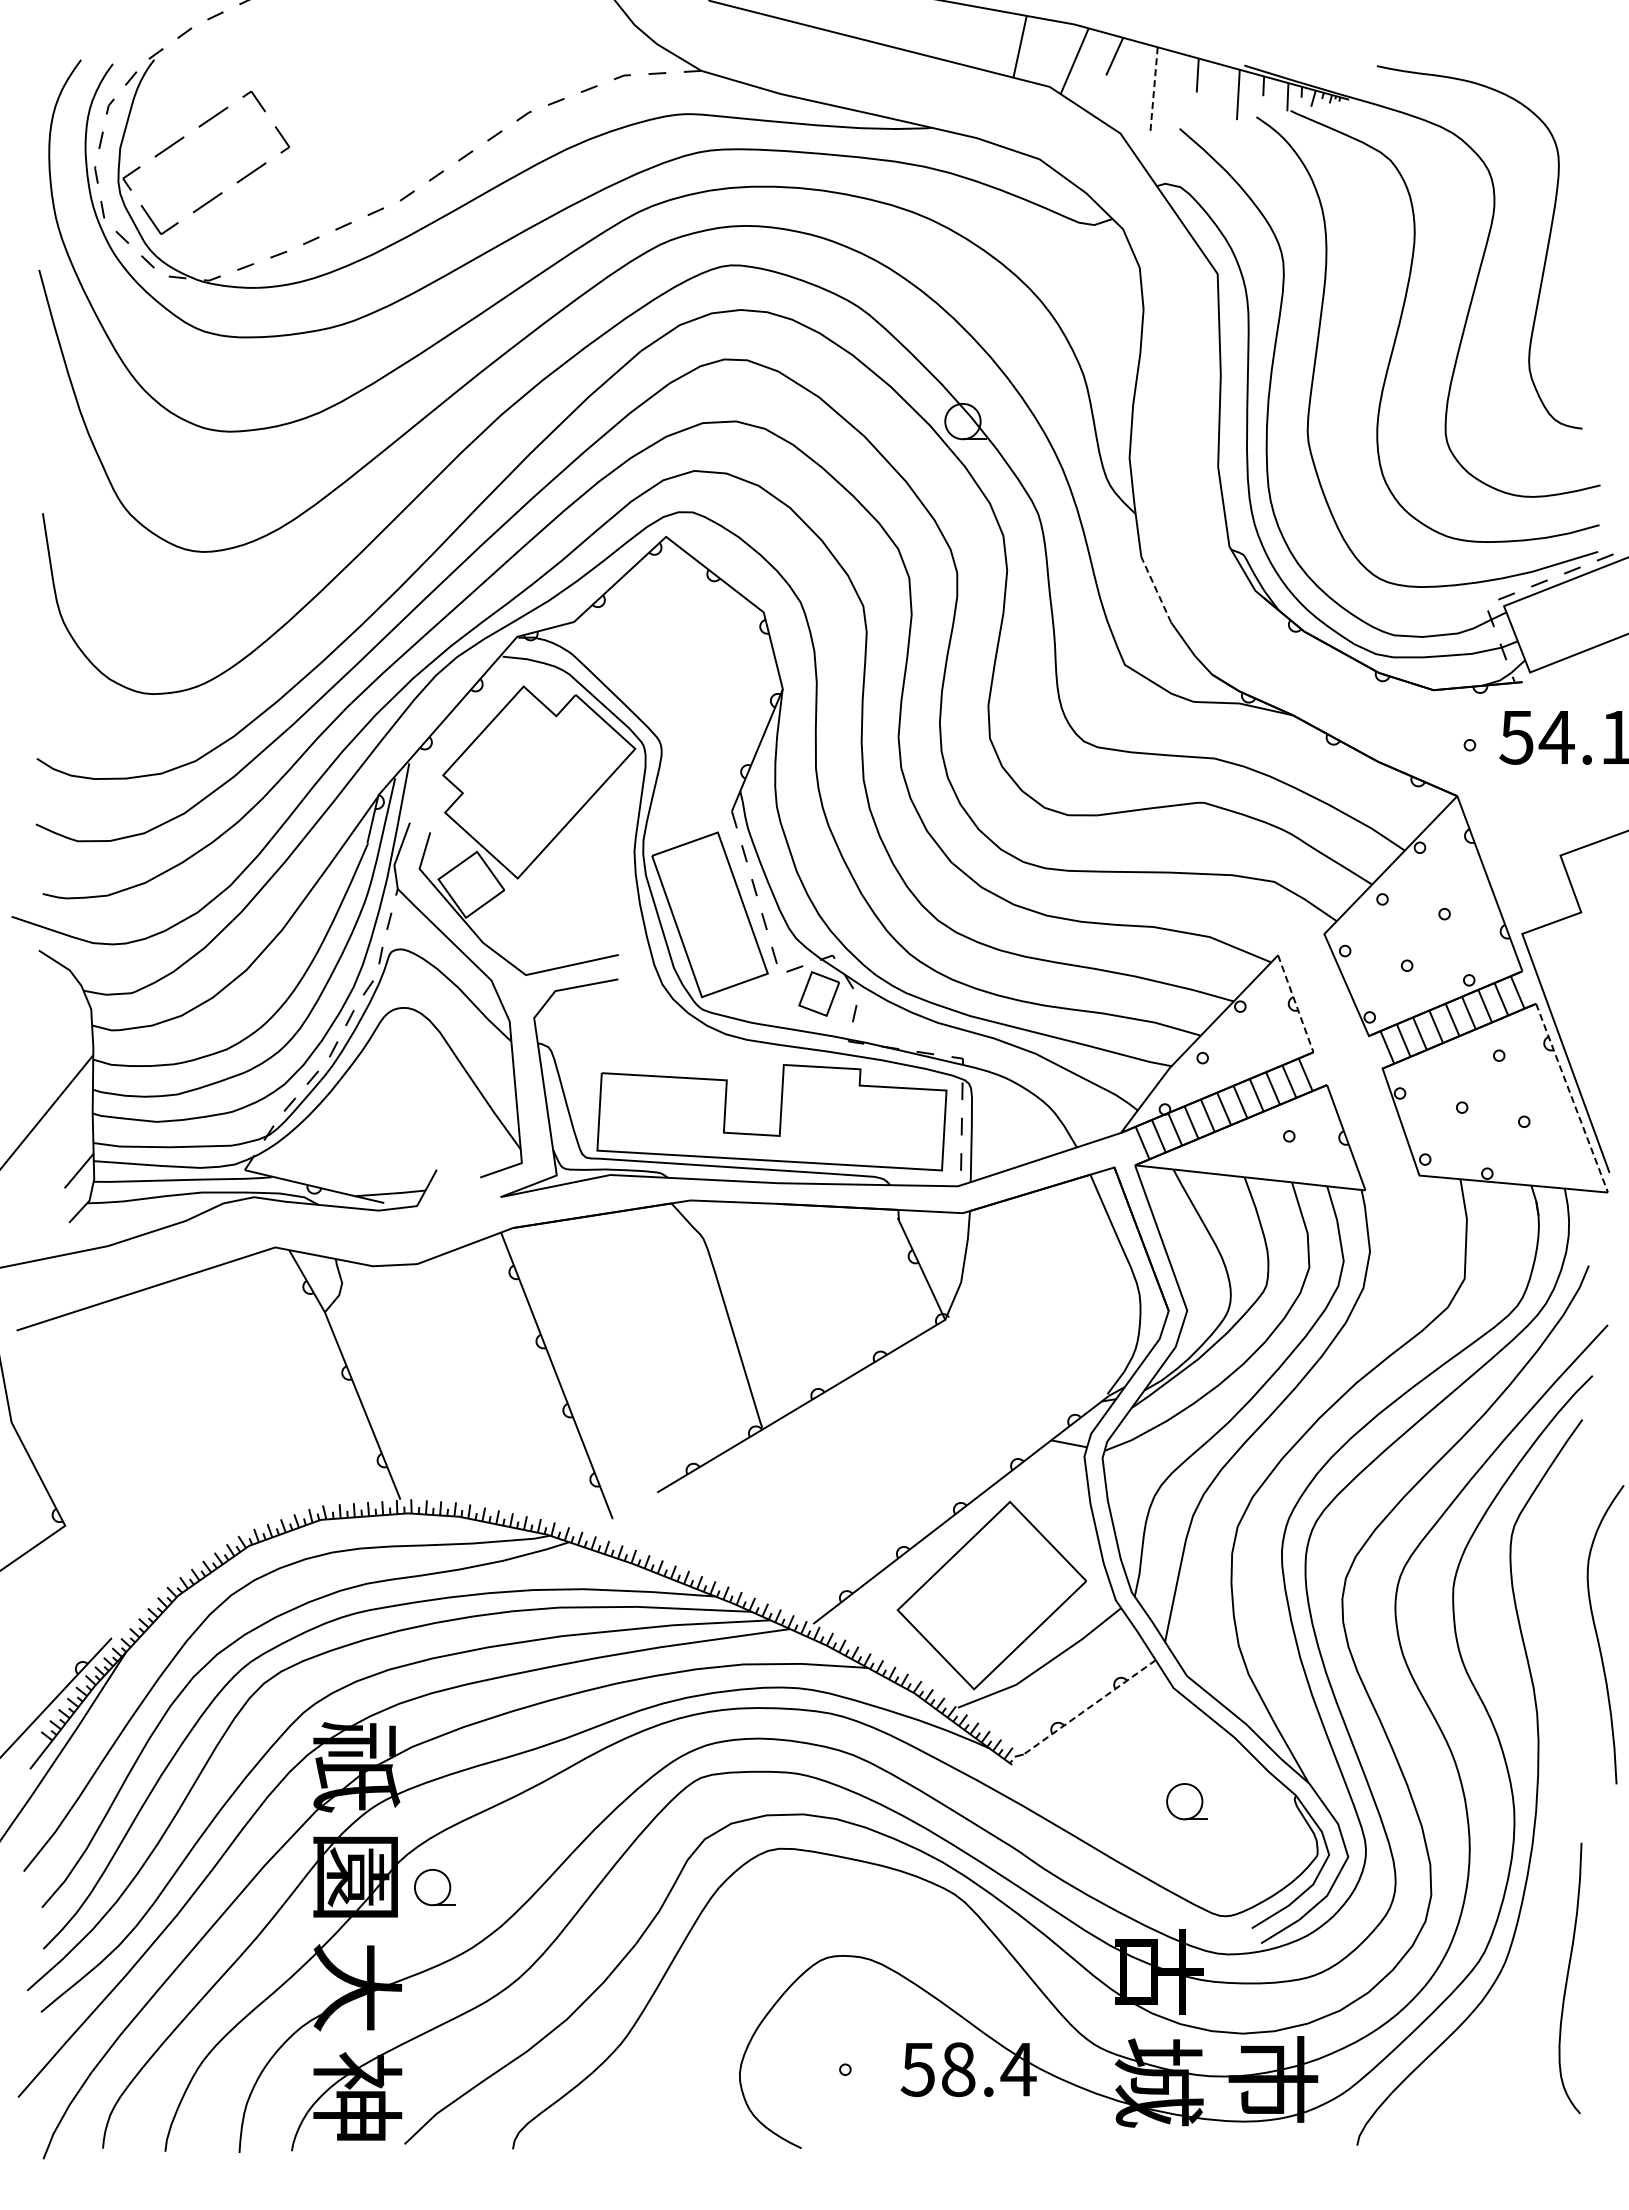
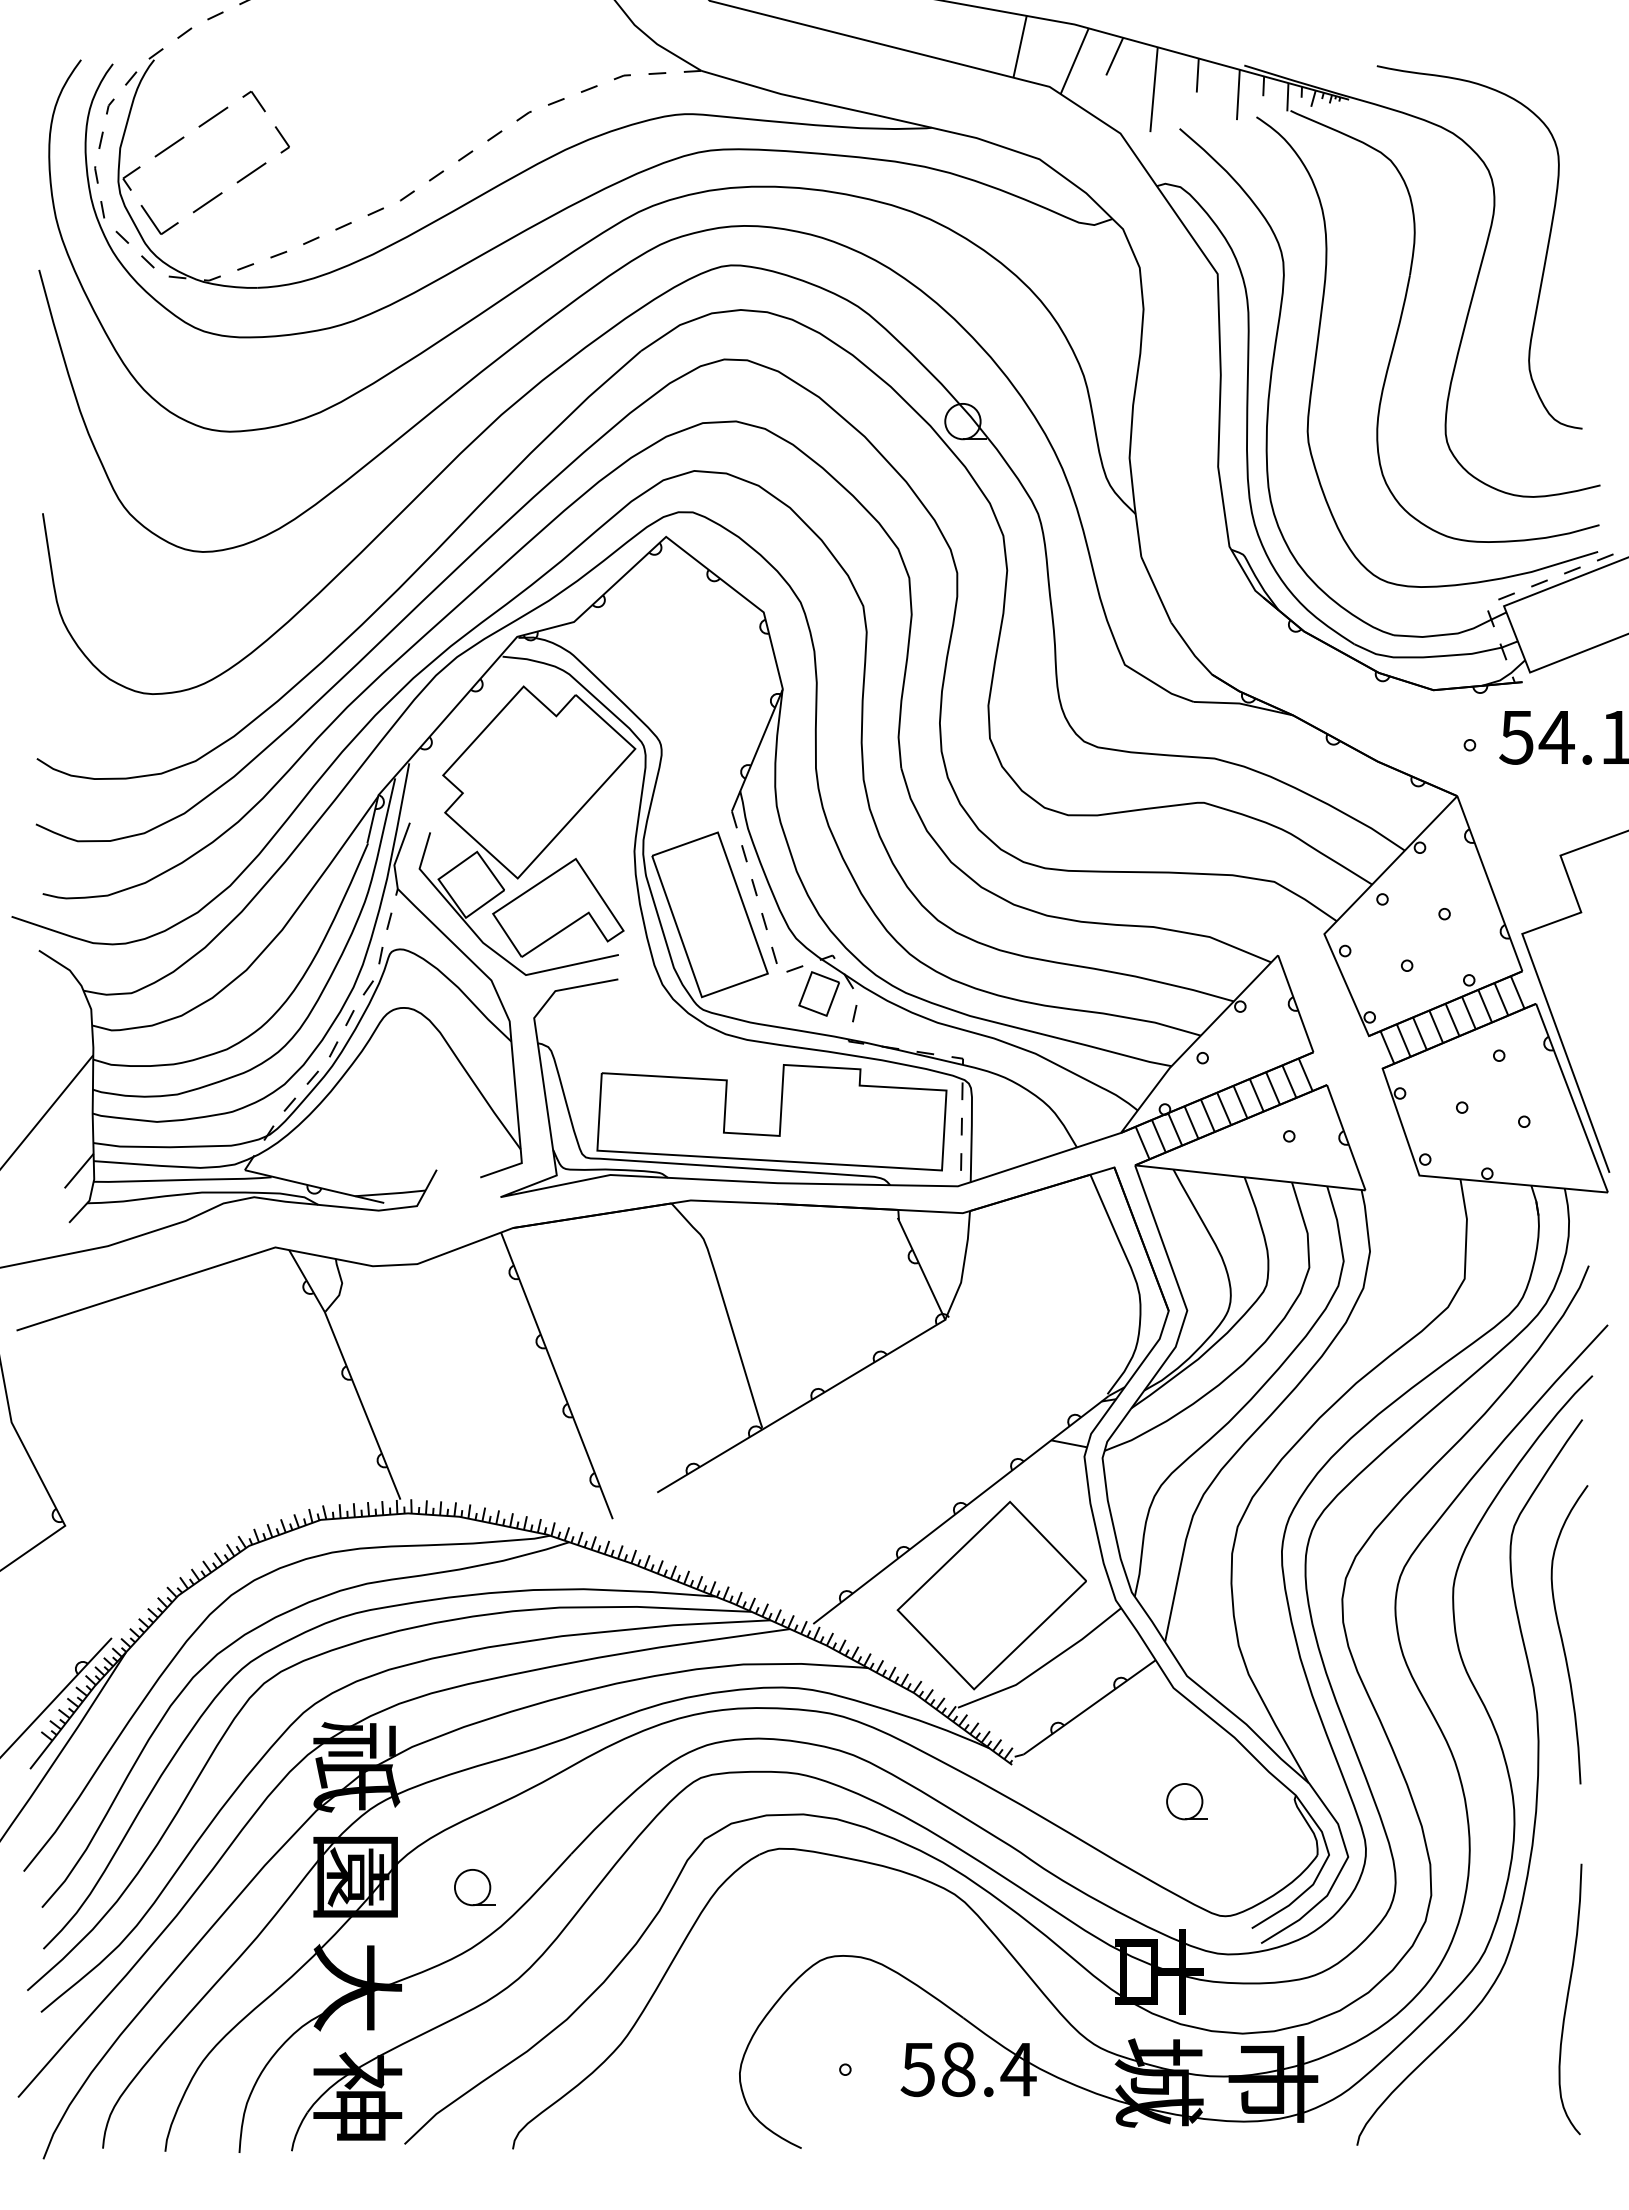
line at (1154, 89): dashed -> solid
line at (1156, 589): dashed -> solid
part at (558, 907): none -> present
line at (1295, 1003): dashed -> solid
line at (1572, 1098): dashed -> solid
curve at (1598, 1636) position: (1598, 1636) -> (1562, 1636)
line at (1089, 1707): dashed -> solid
part at (434, 1887) position: (434, 1887) -> (474, 1887)
curve at (1568, 1977) position: (1568, 1977) -> (1568, 1998)
